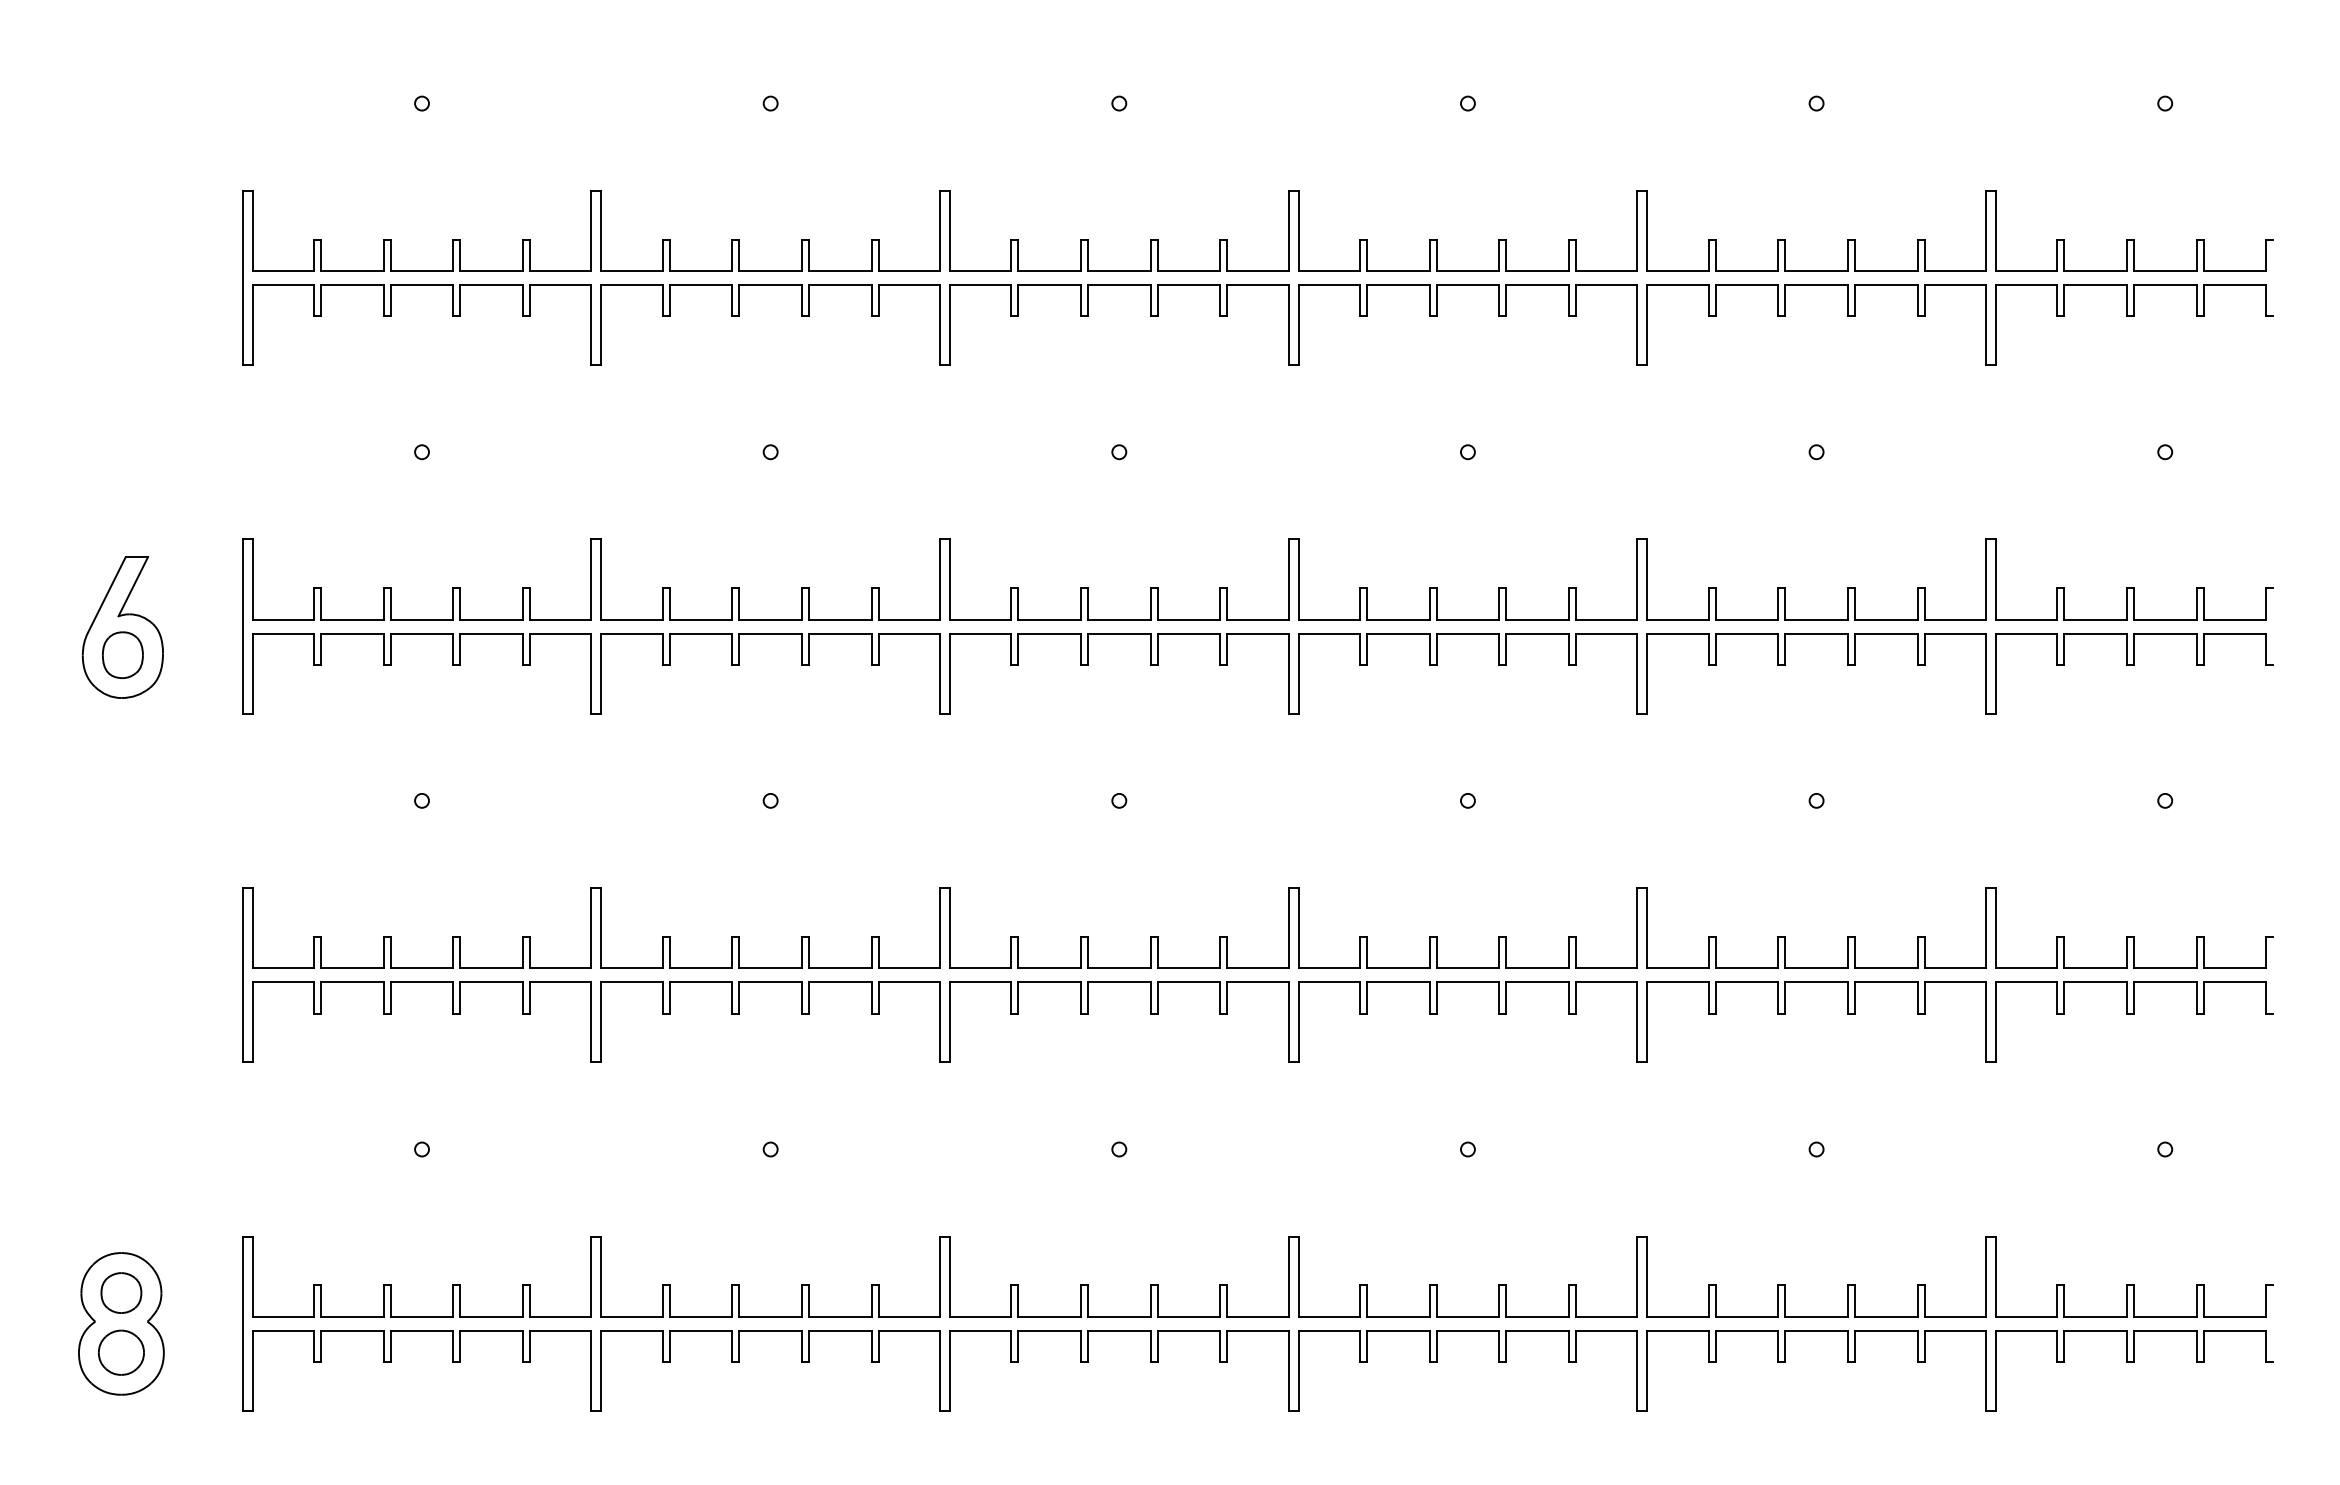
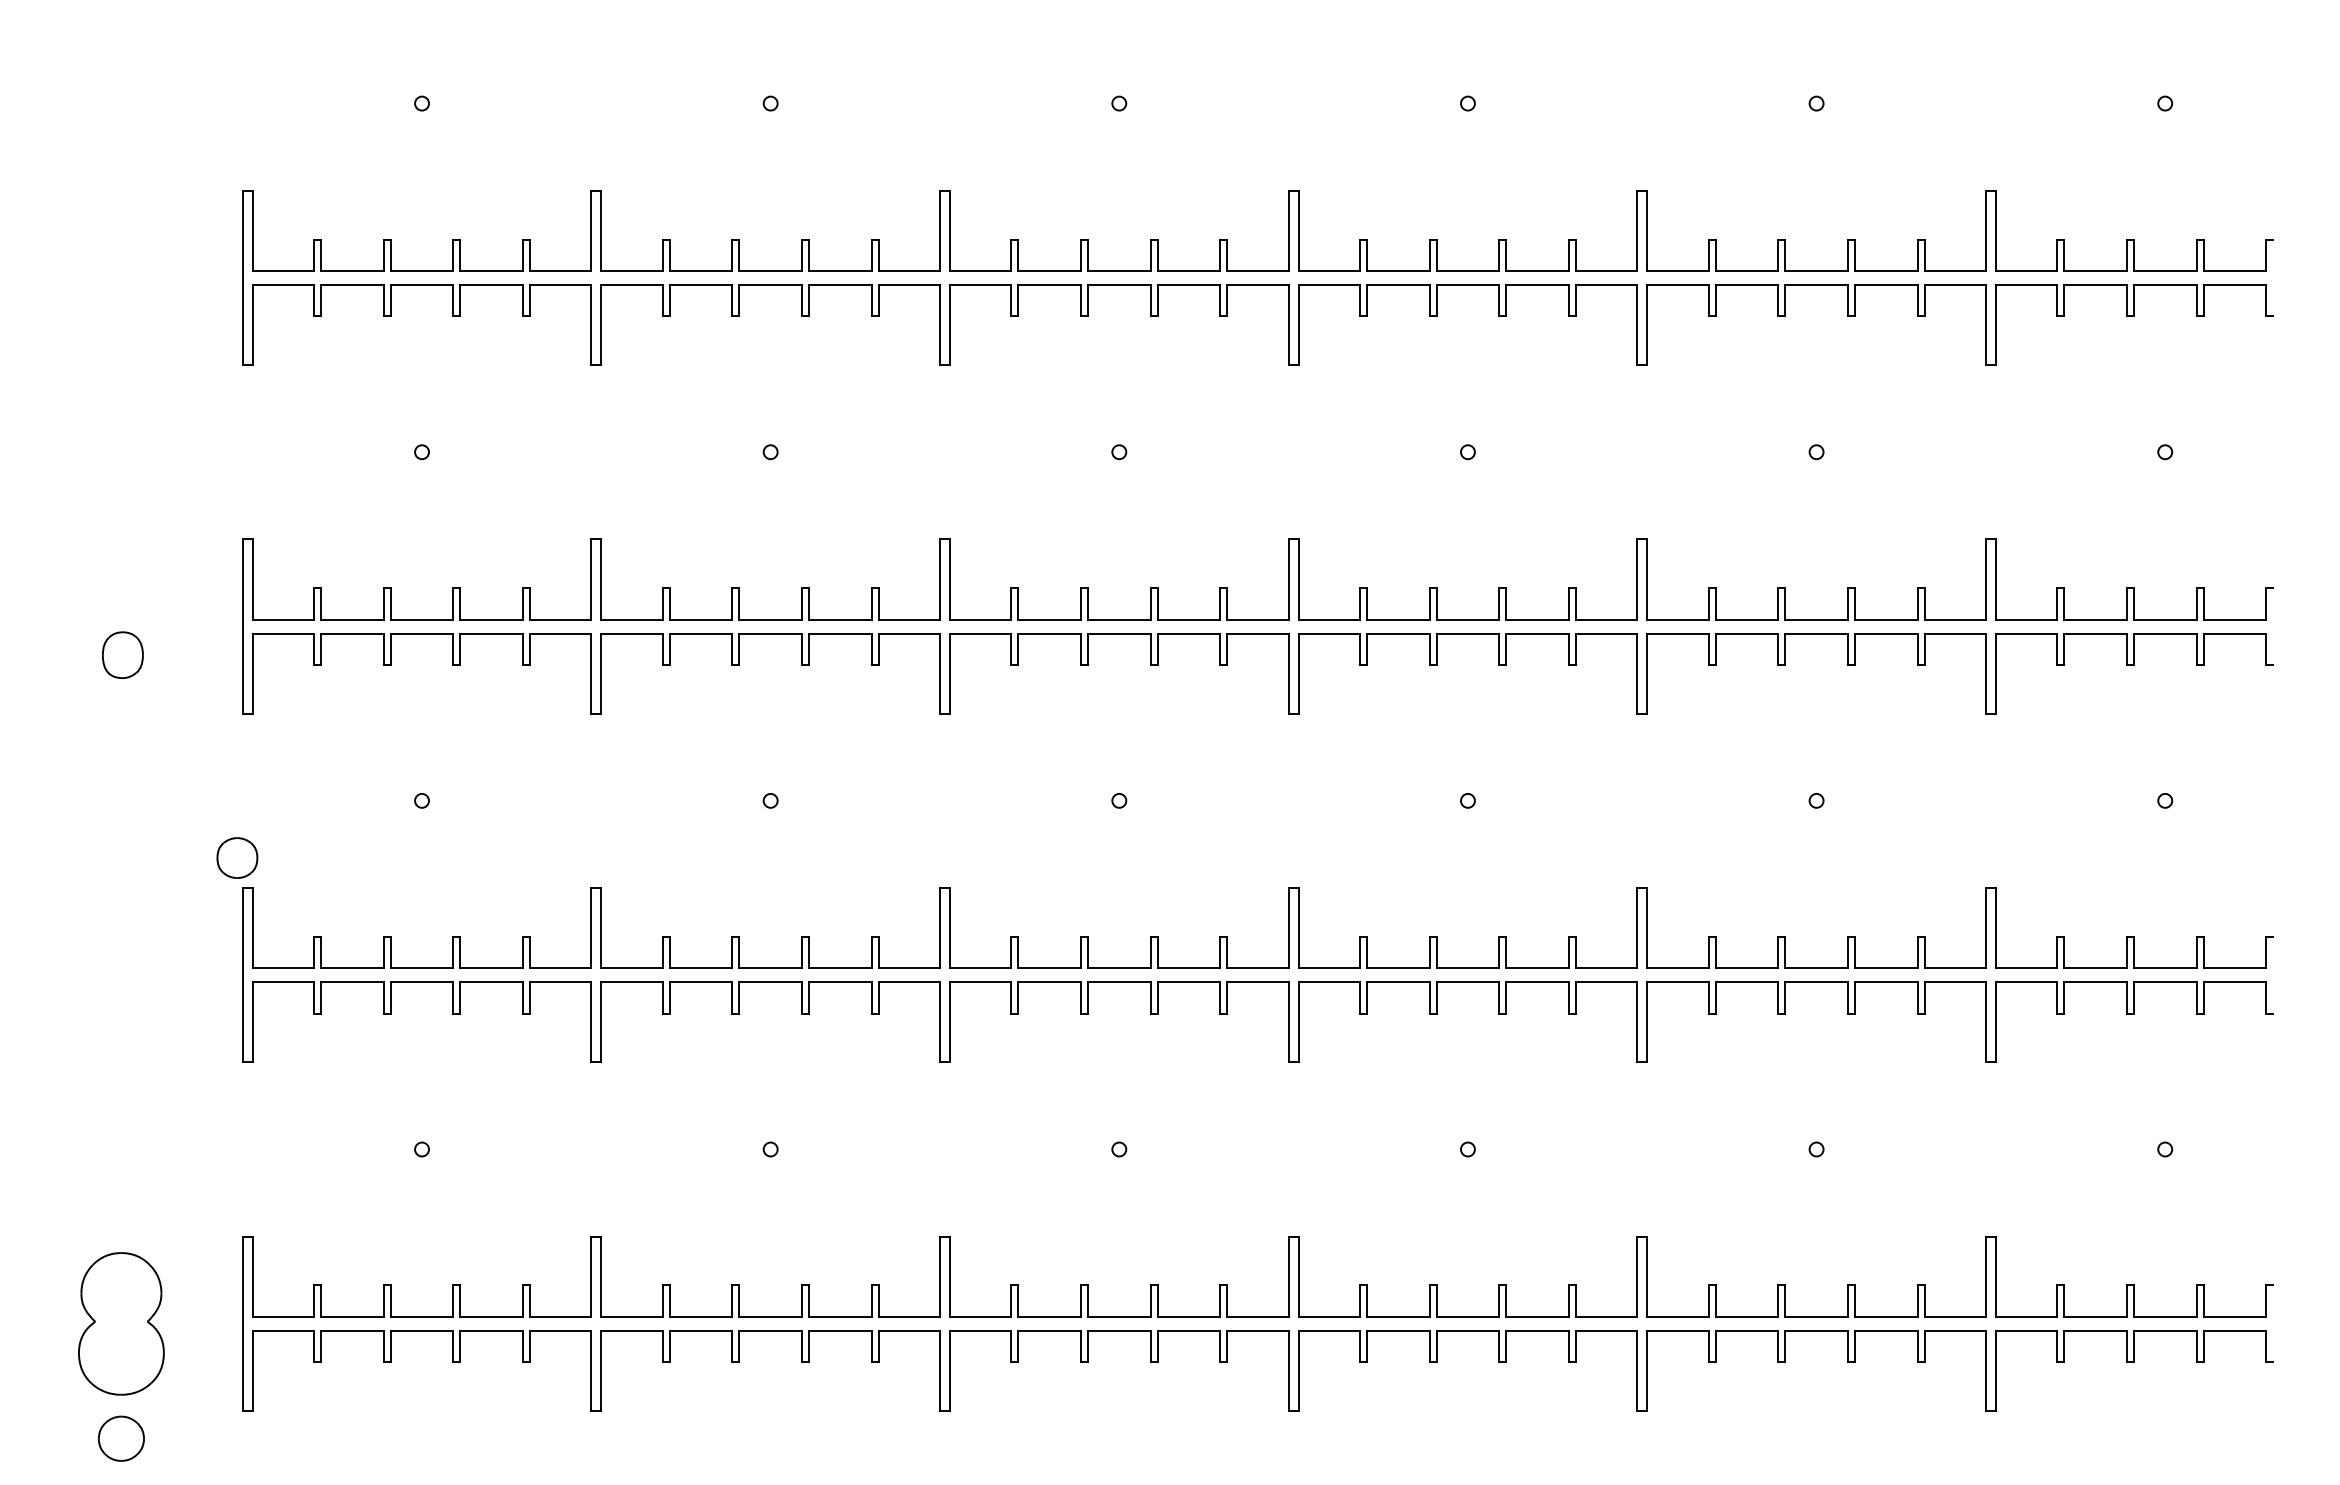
part at (122, 627): present -> none
part at (121, 1292) position: (121, 1292) -> (237, 857)
part at (121, 1352) position: (121, 1352) -> (121, 1438)
